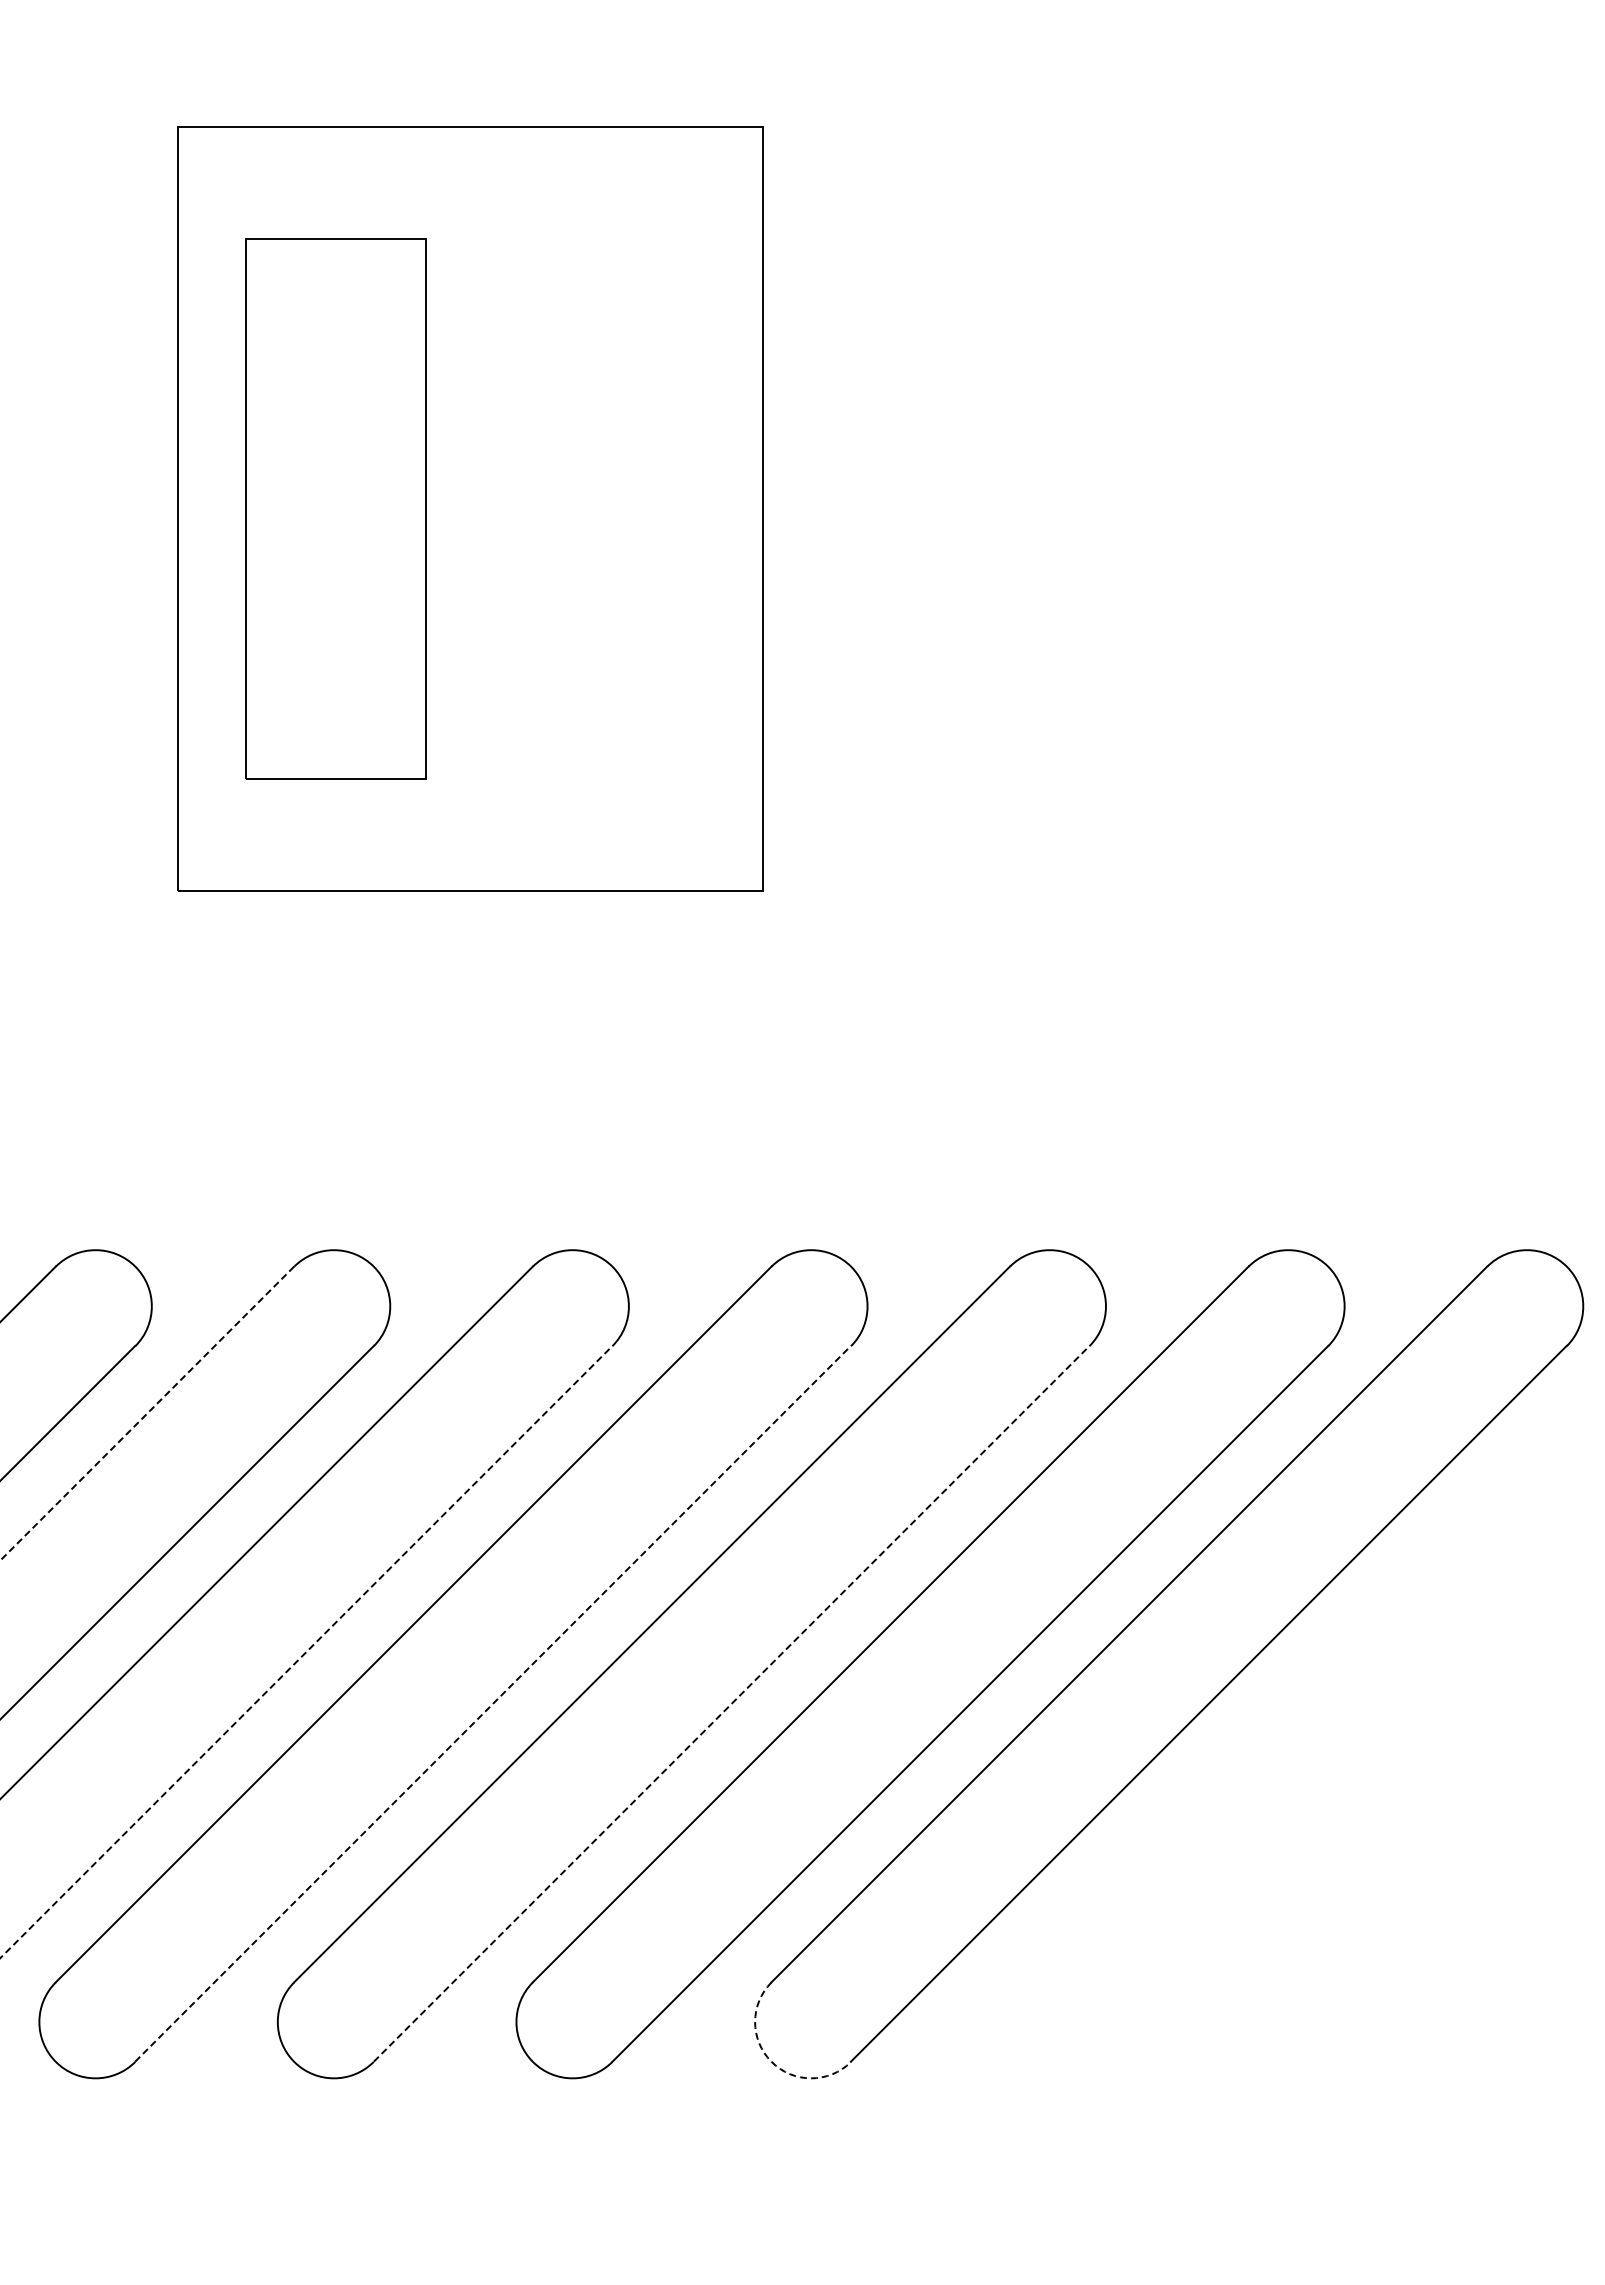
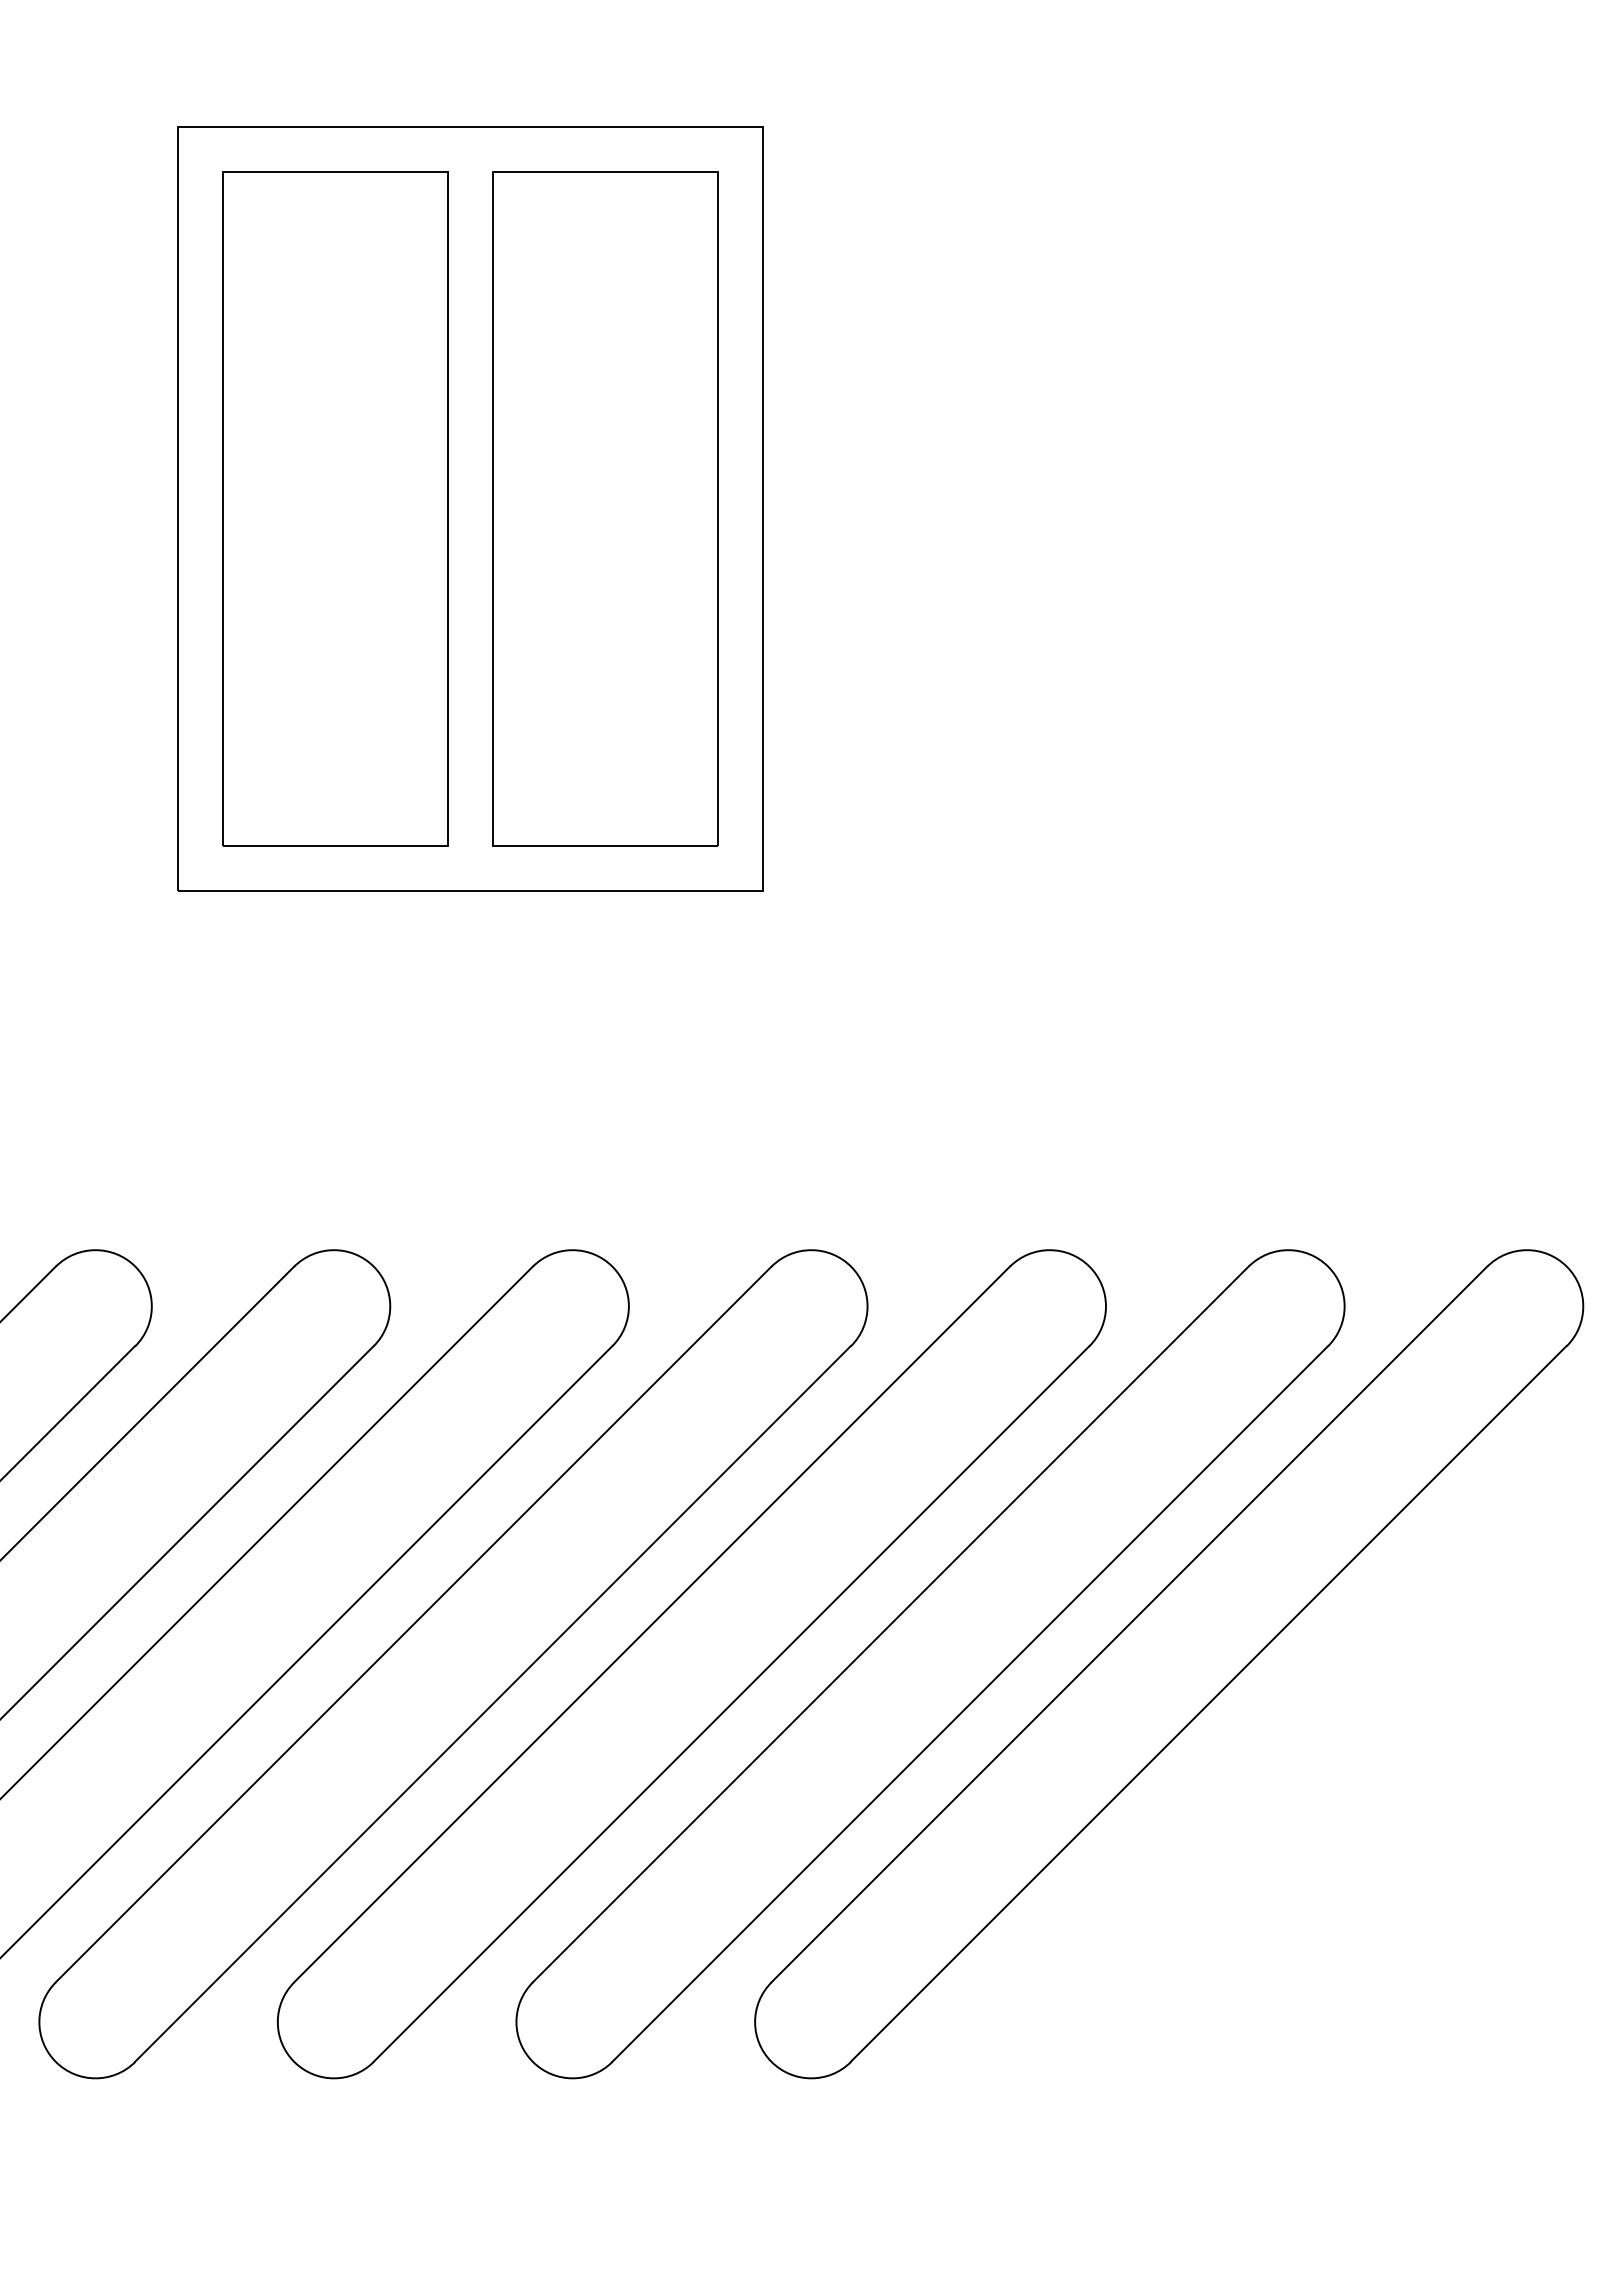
part at (335, 508) size: 182x542 px -> 227x676 px
part at (605, 508): none -> present
line at (147, 1413): dashed -> solid
line at (306, 1651): dashed -> solid
line at (493, 1703): dashed -> solid
line at (732, 1703): dashed -> solid
arc at (771, 2061): dashed -> solid
